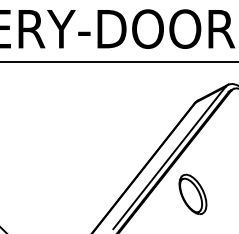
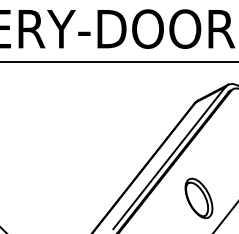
part at (192, 193) position: (192, 193) -> (198, 197)
line at (225, 217): none -> present
